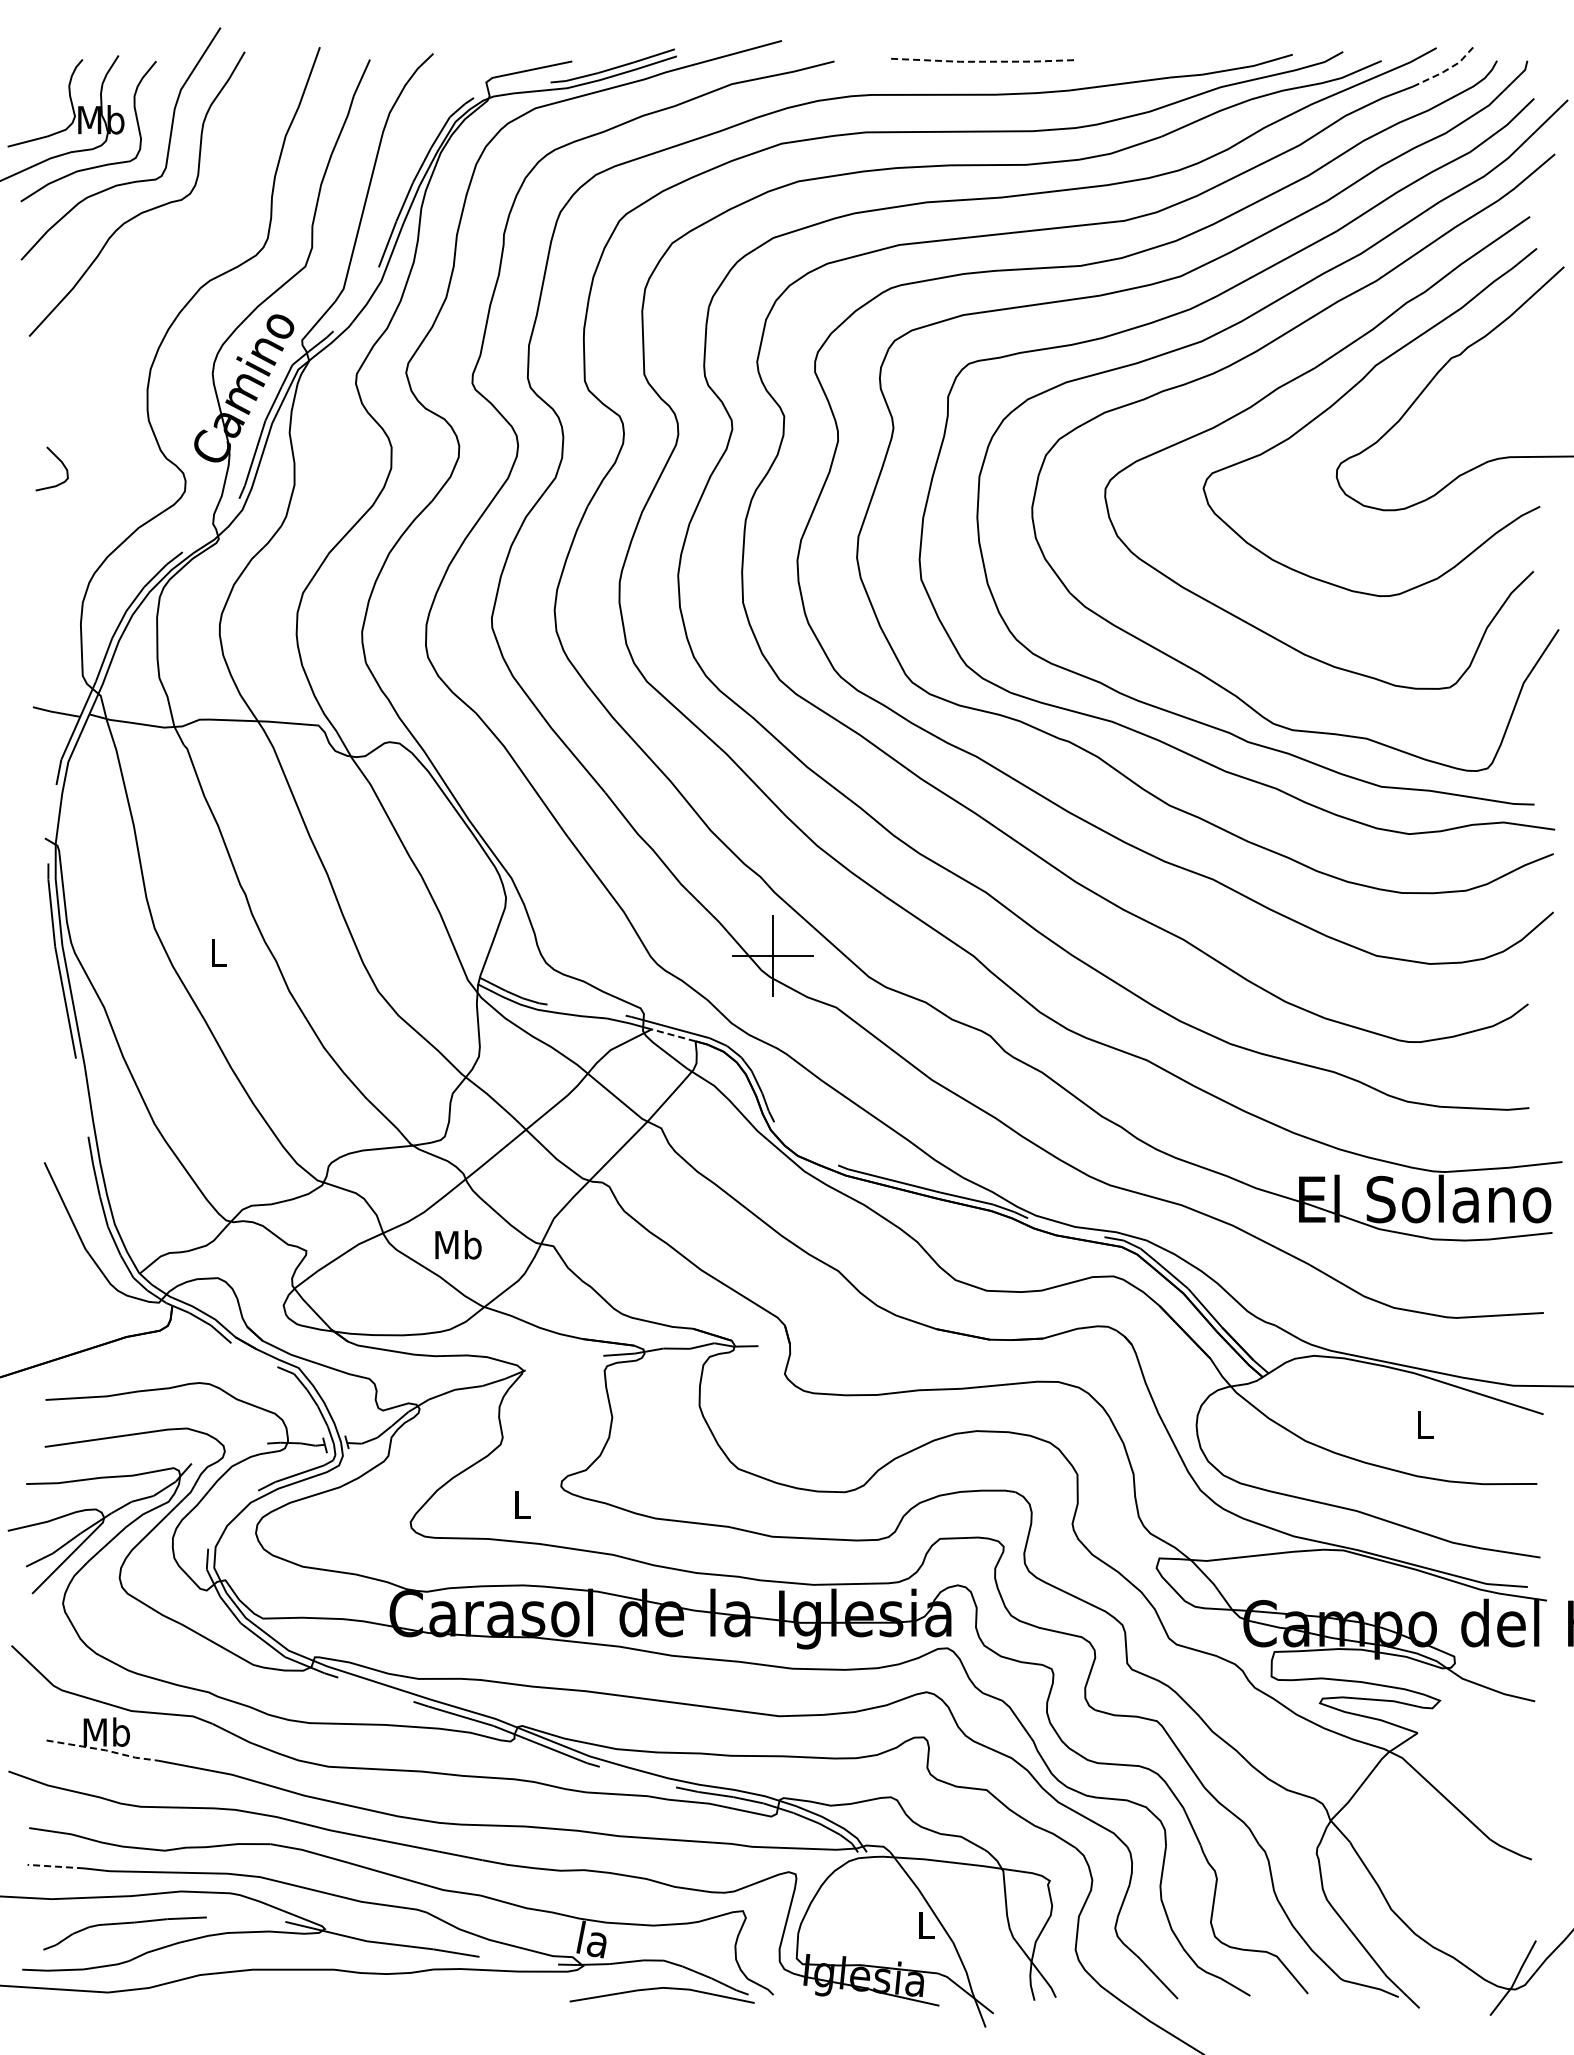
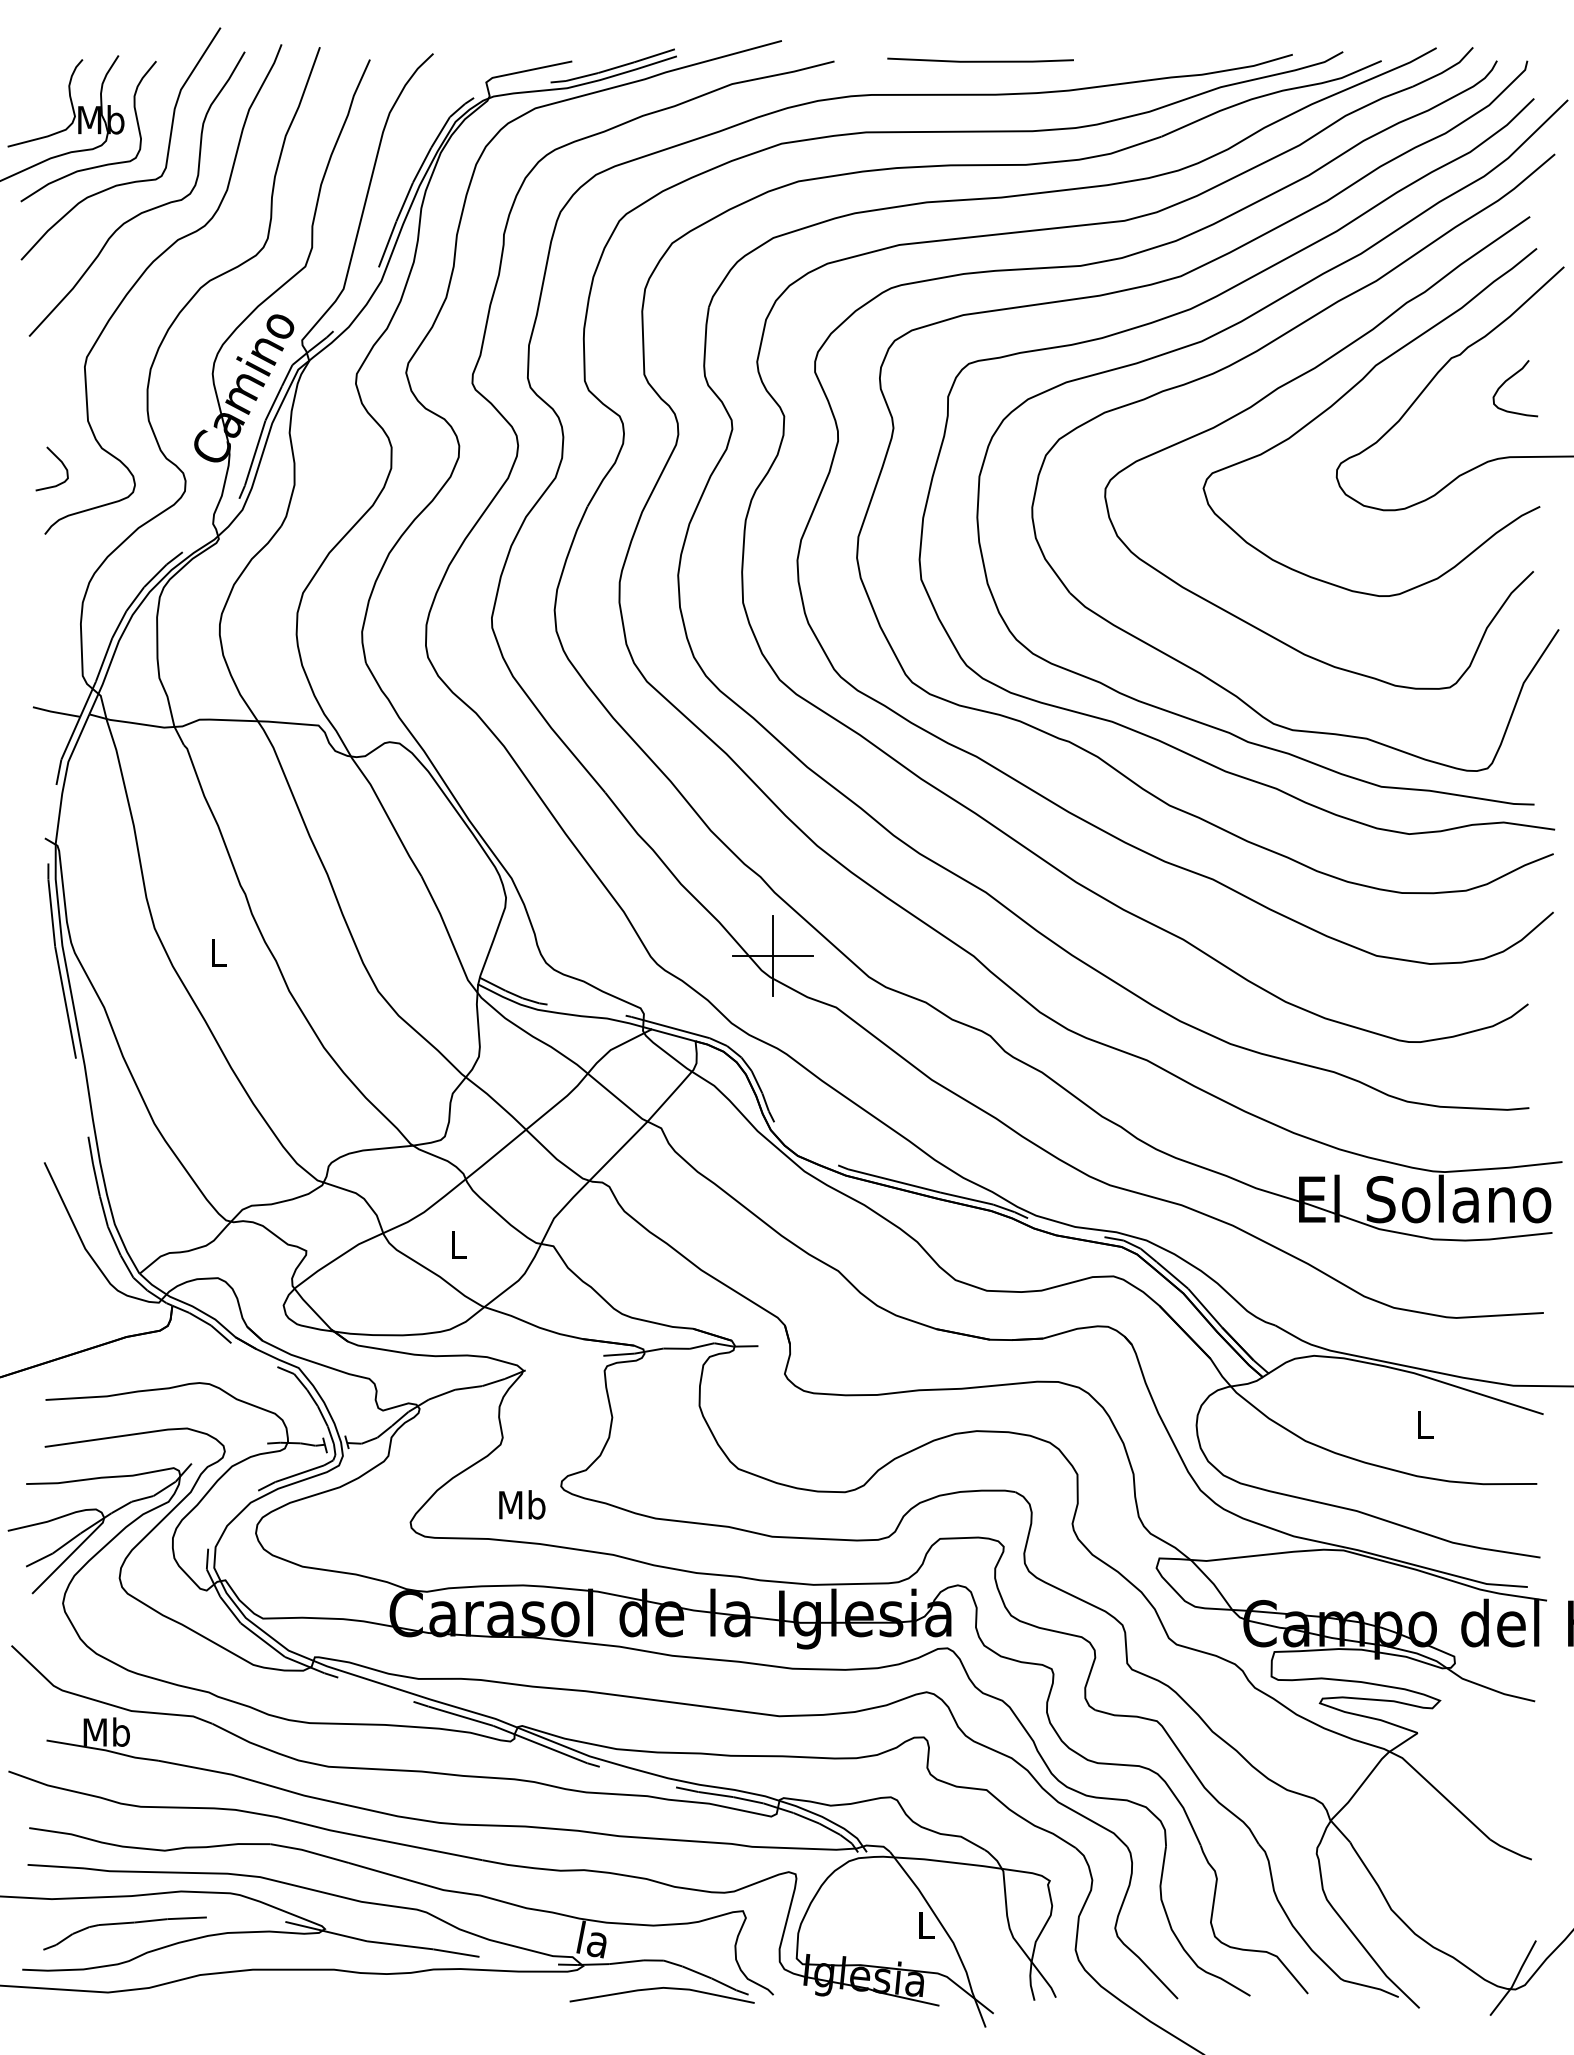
line at (980, 61): dashed -> solid
line at (1445, 70): dashed -> solid
part at (142, 276): none -> present
curve at (1508, 380): none -> present
line at (673, 1035): dashed -> solid
text at (458, 1244): Mb -> L
text at (522, 1504): L -> Mb
line at (104, 1750): dashed -> solid
line at (55, 1866): dashed -> solid
